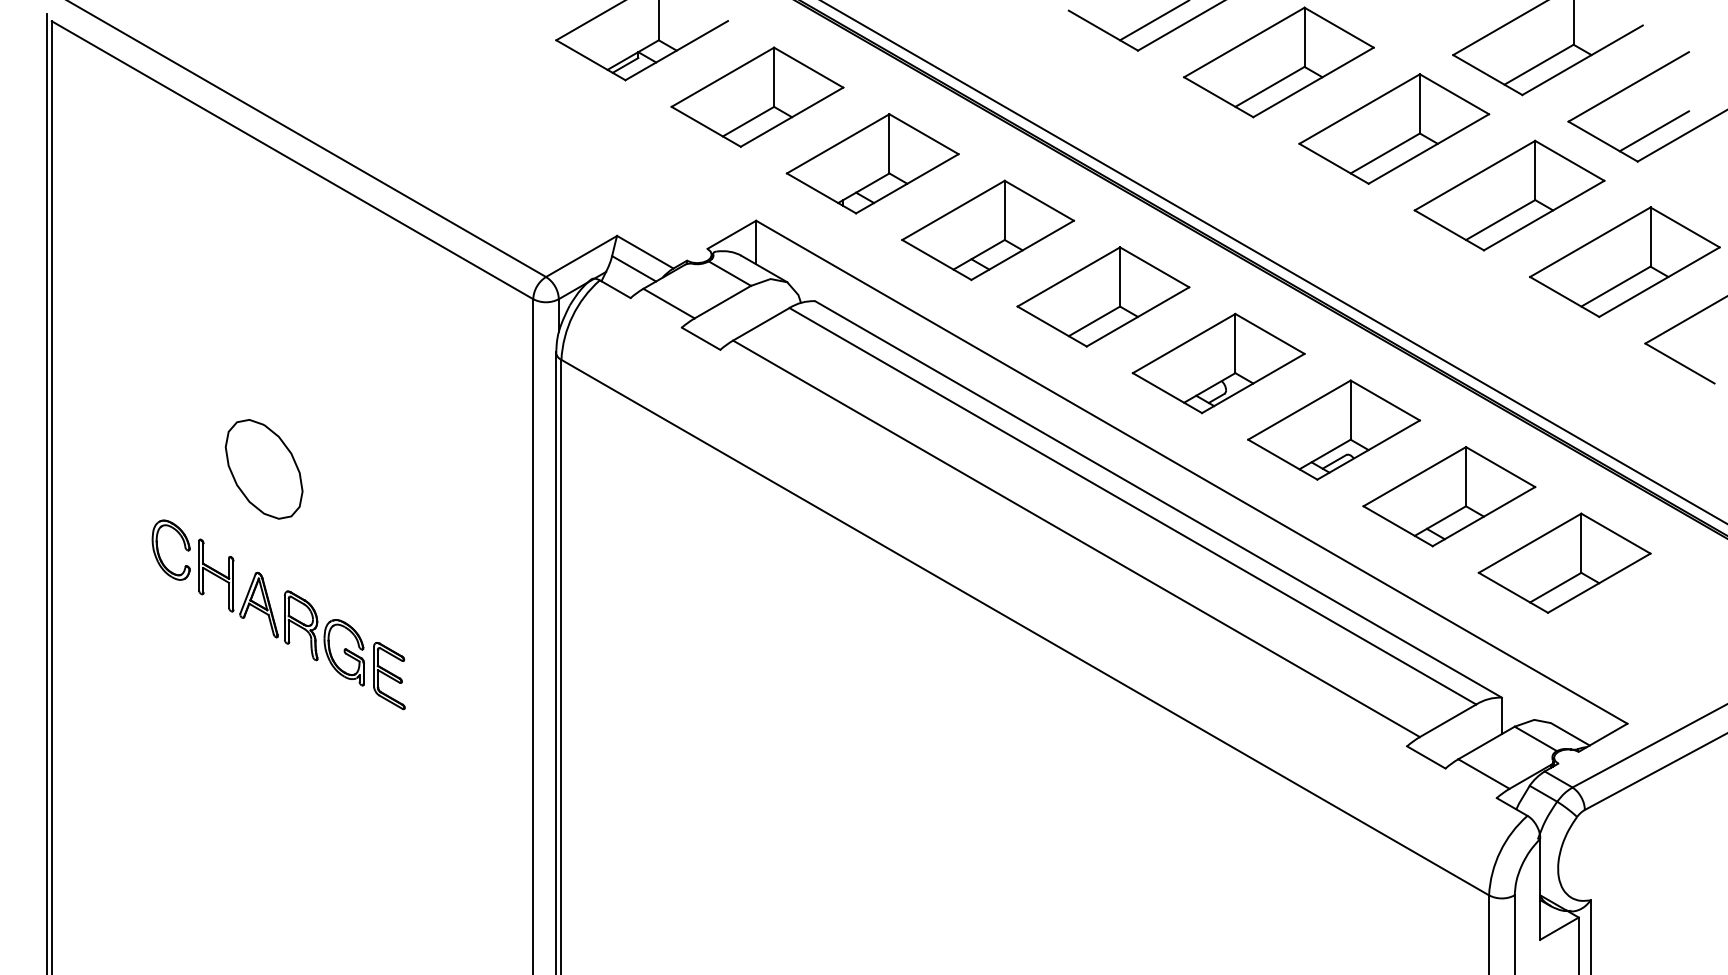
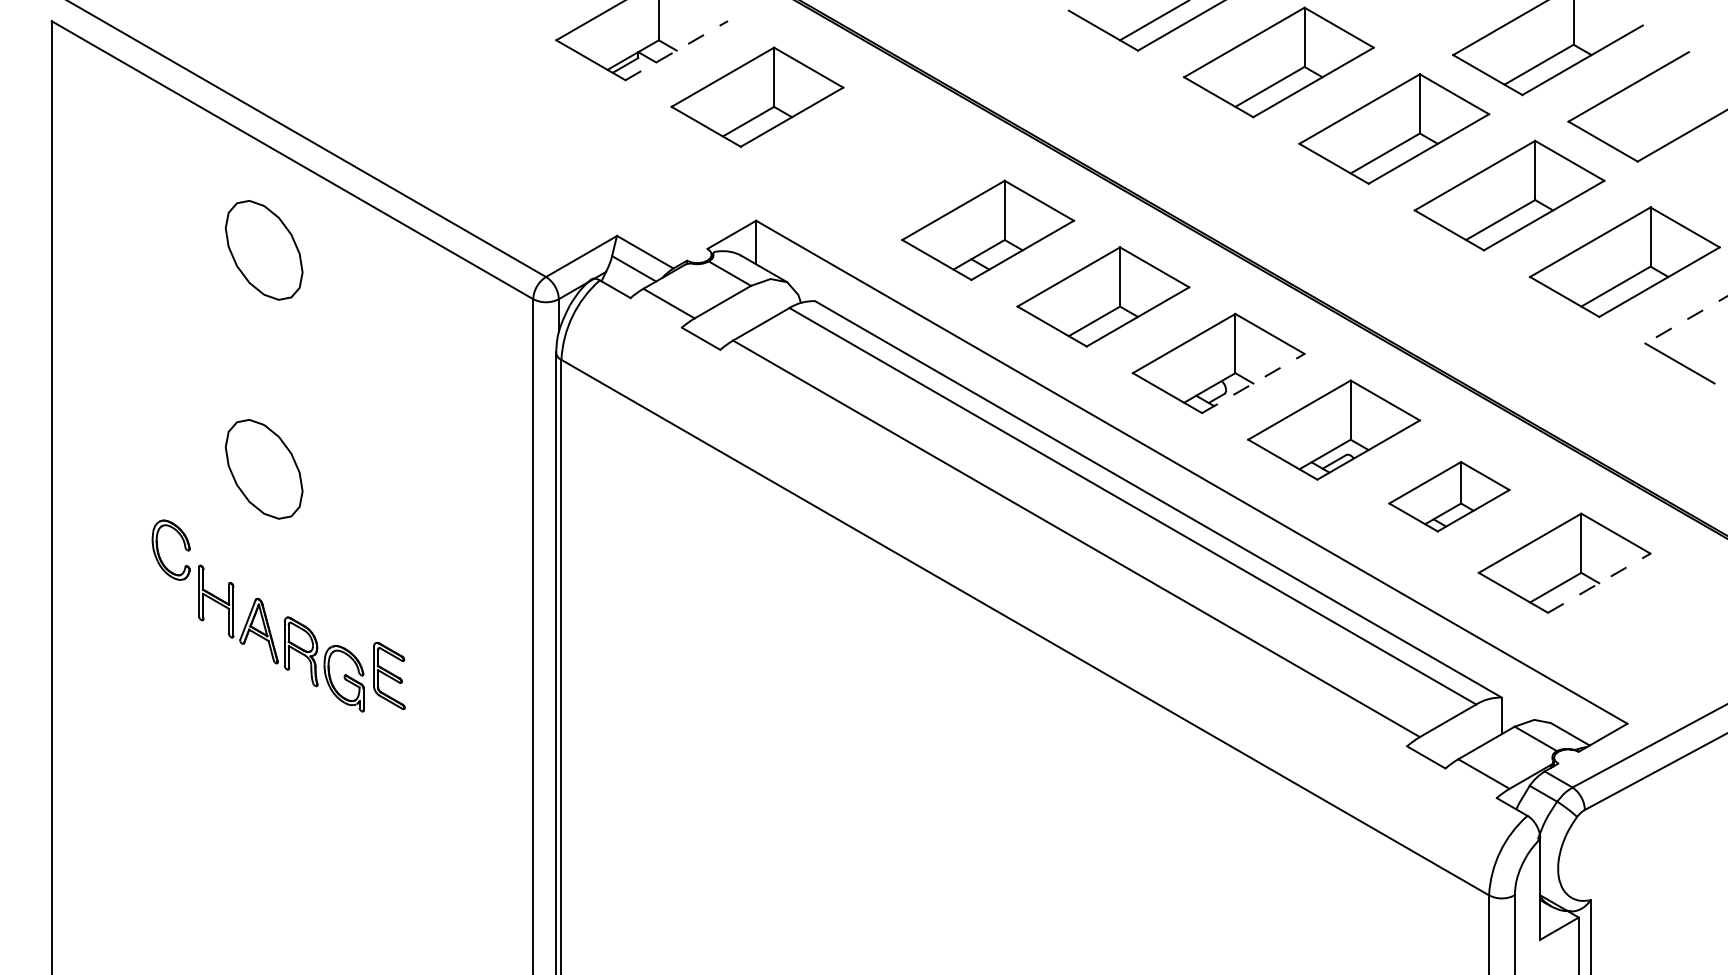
line at (677, 50): solid -> dashed
line at (1653, 131): present -> none
part at (872, 163): present -> none
part at (263, 250): none -> present
line at (1273, 262): present -> none
line at (1685, 320): solid -> dashed
line at (1253, 383): solid -> dashed
line at (46, 492): present -> none
part at (1449, 496) size: 175x102 px -> 123x72 px
line at (1599, 582): solid -> dashed
part at (281, 612) position: (281, 612) -> (281, 638)
